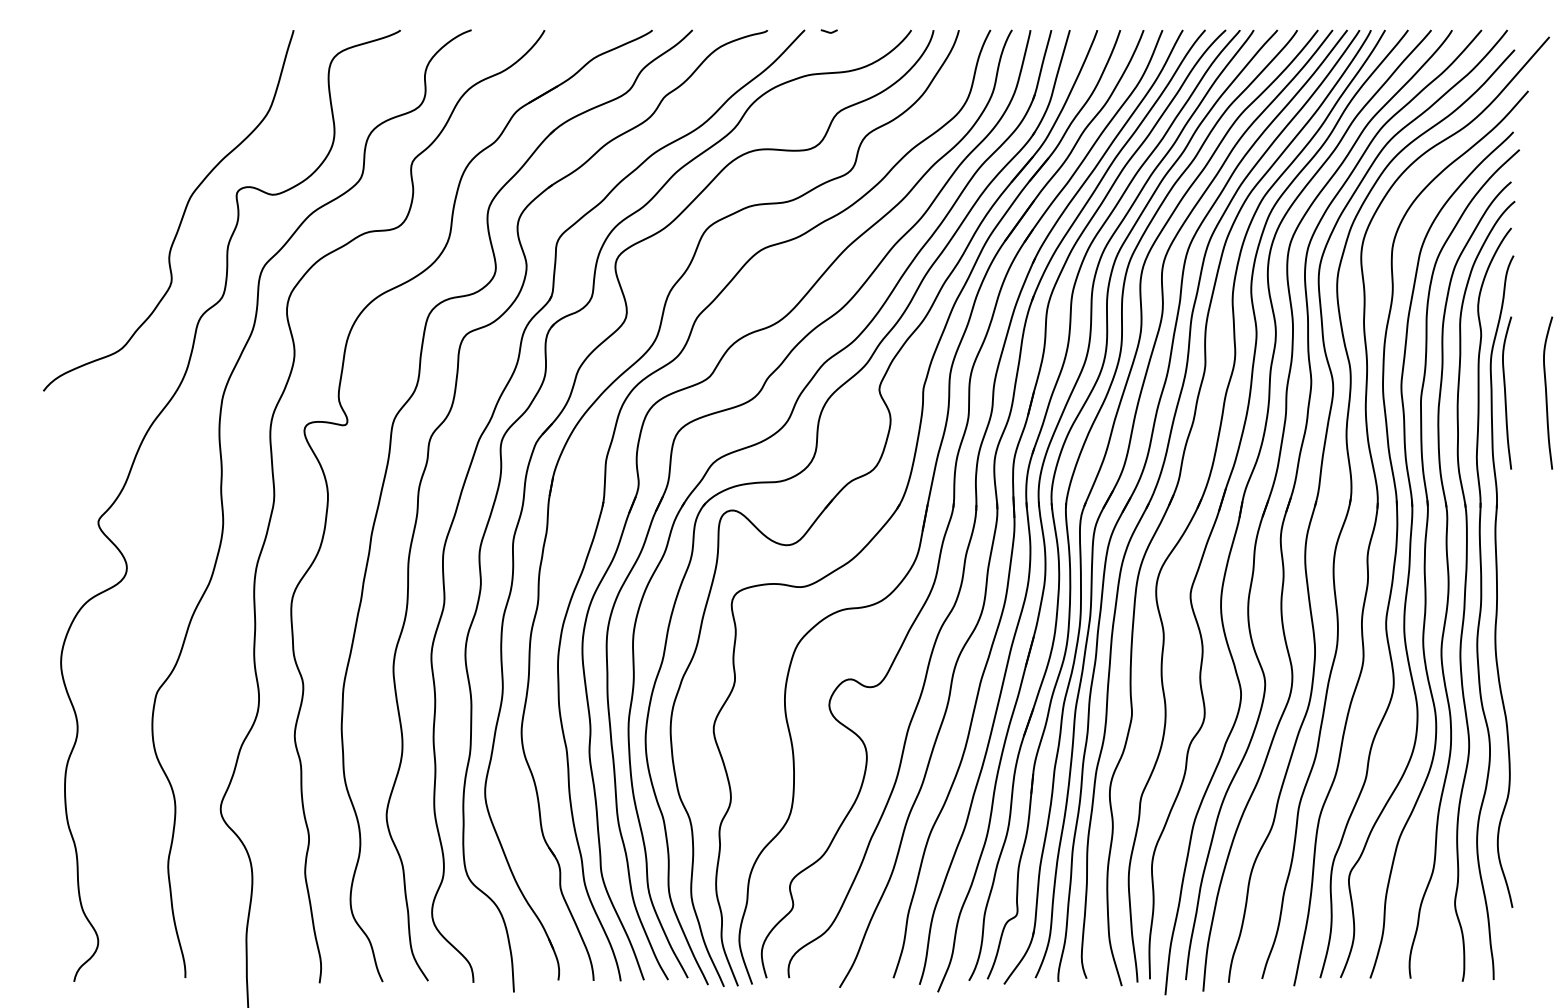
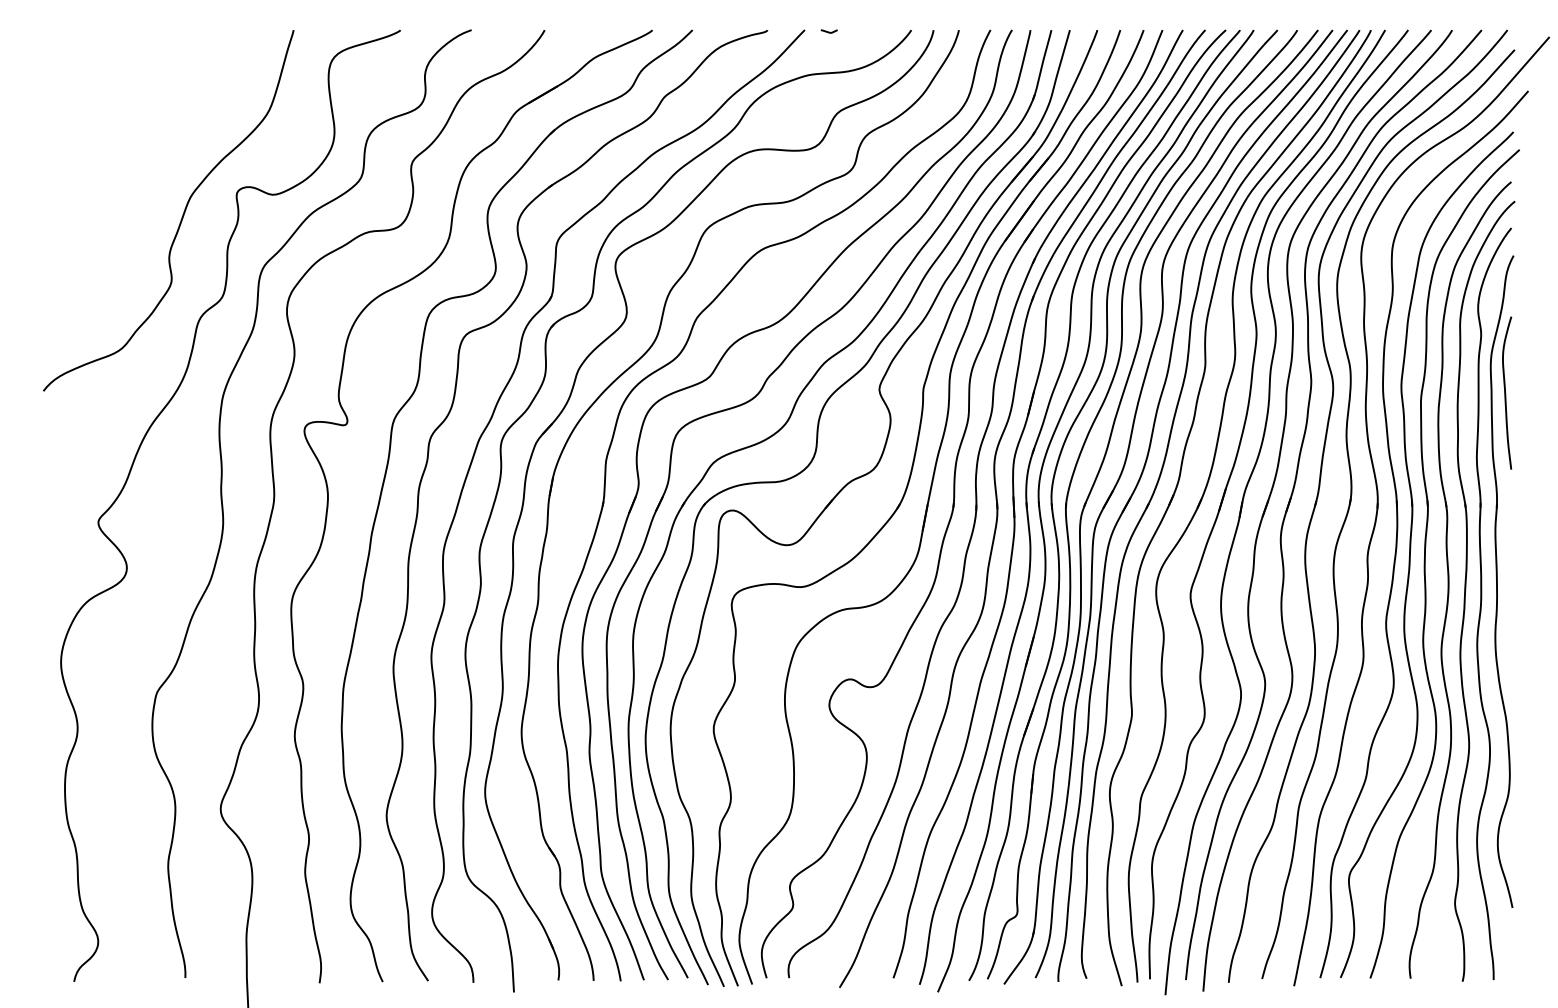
curve at (1547, 393): present -> none
